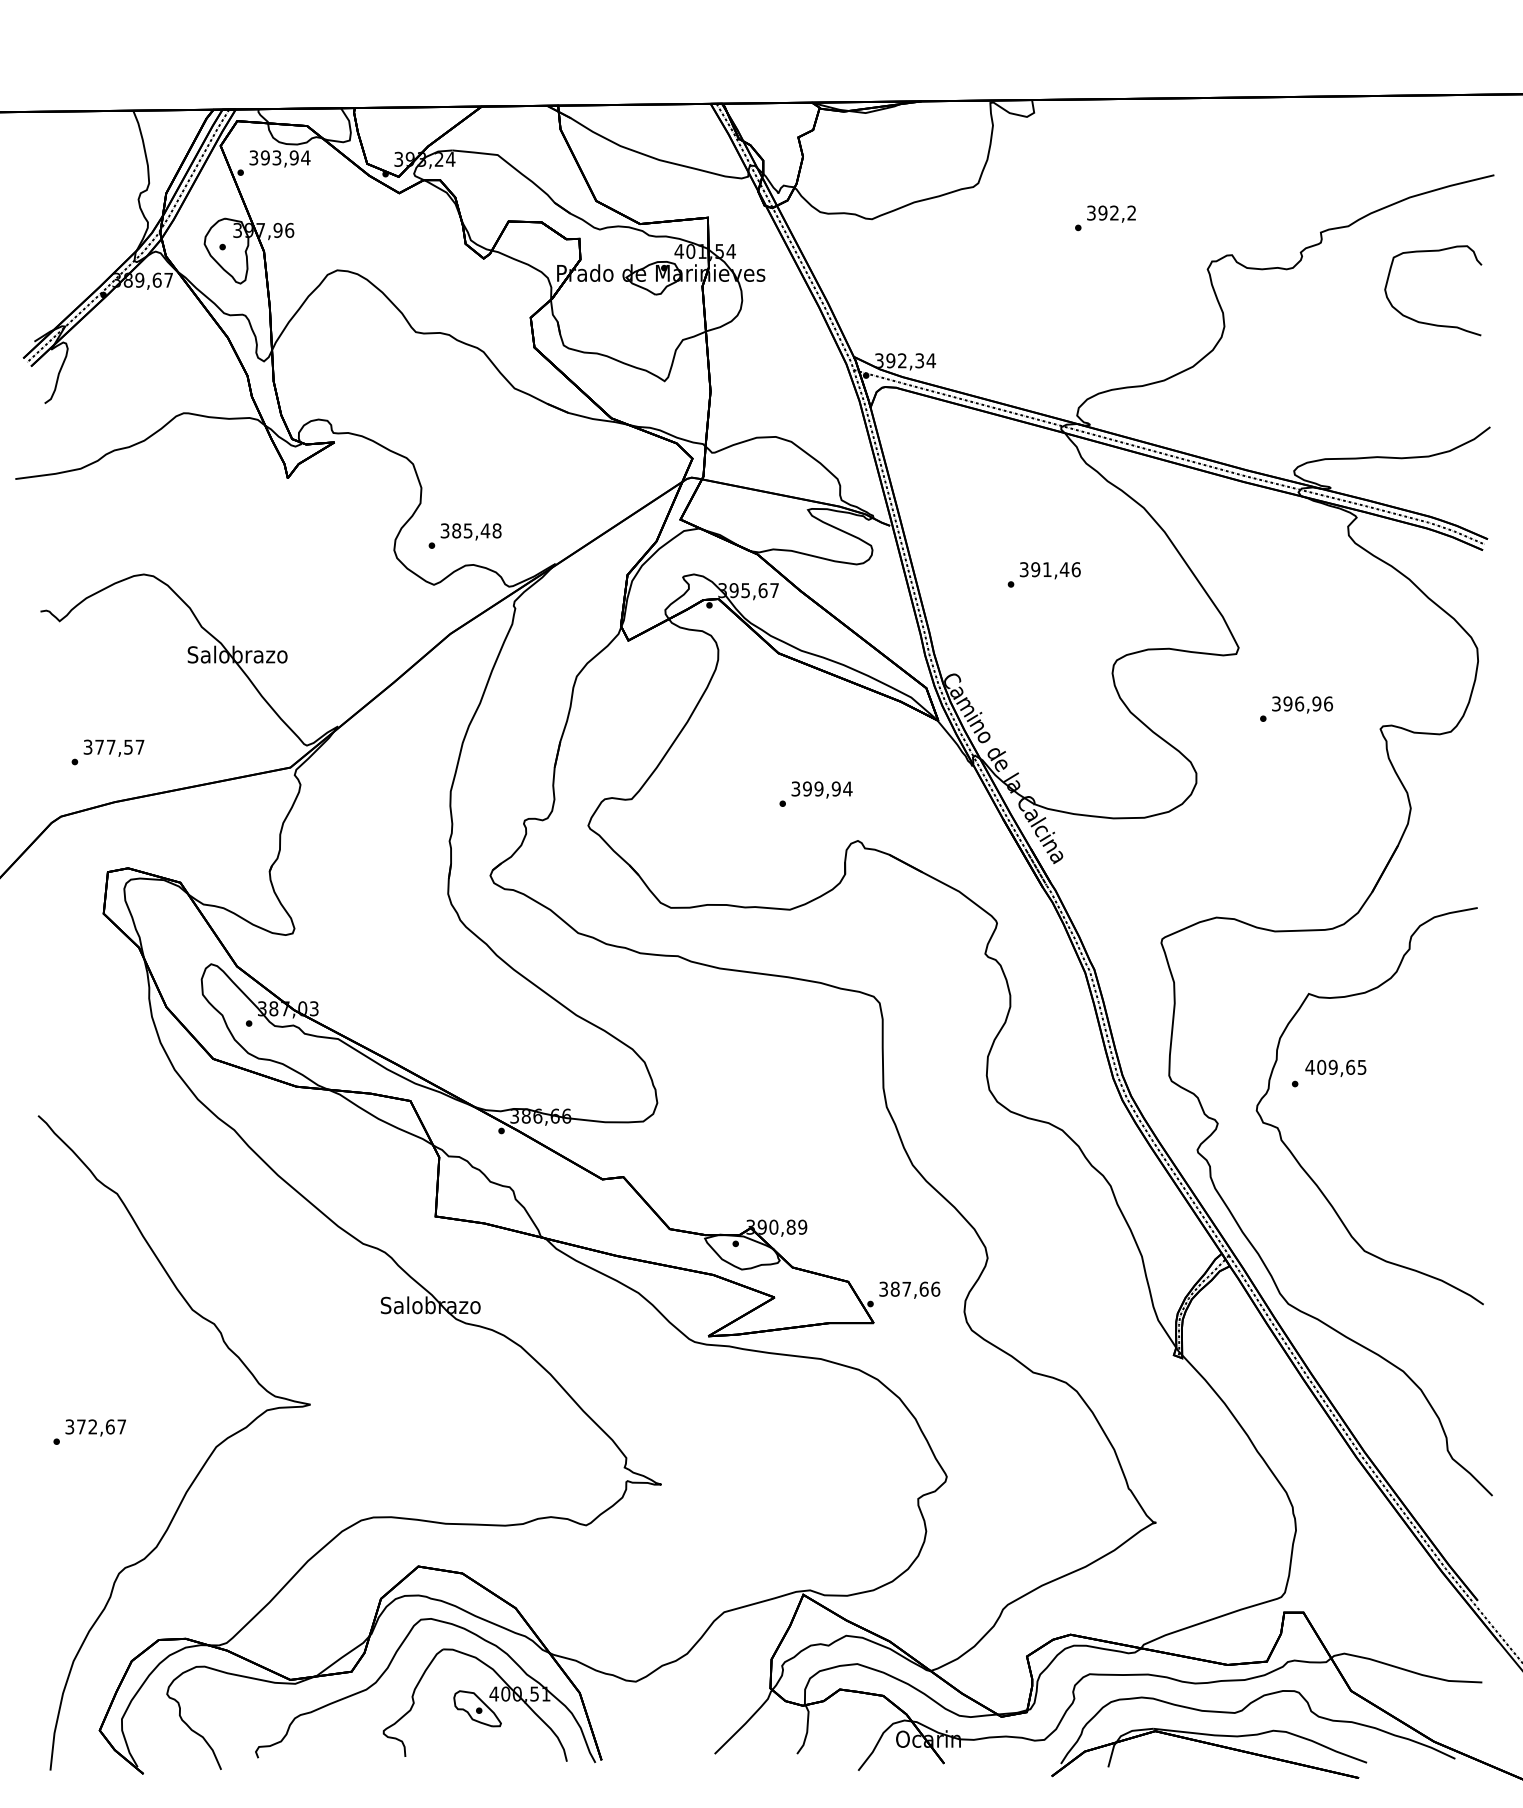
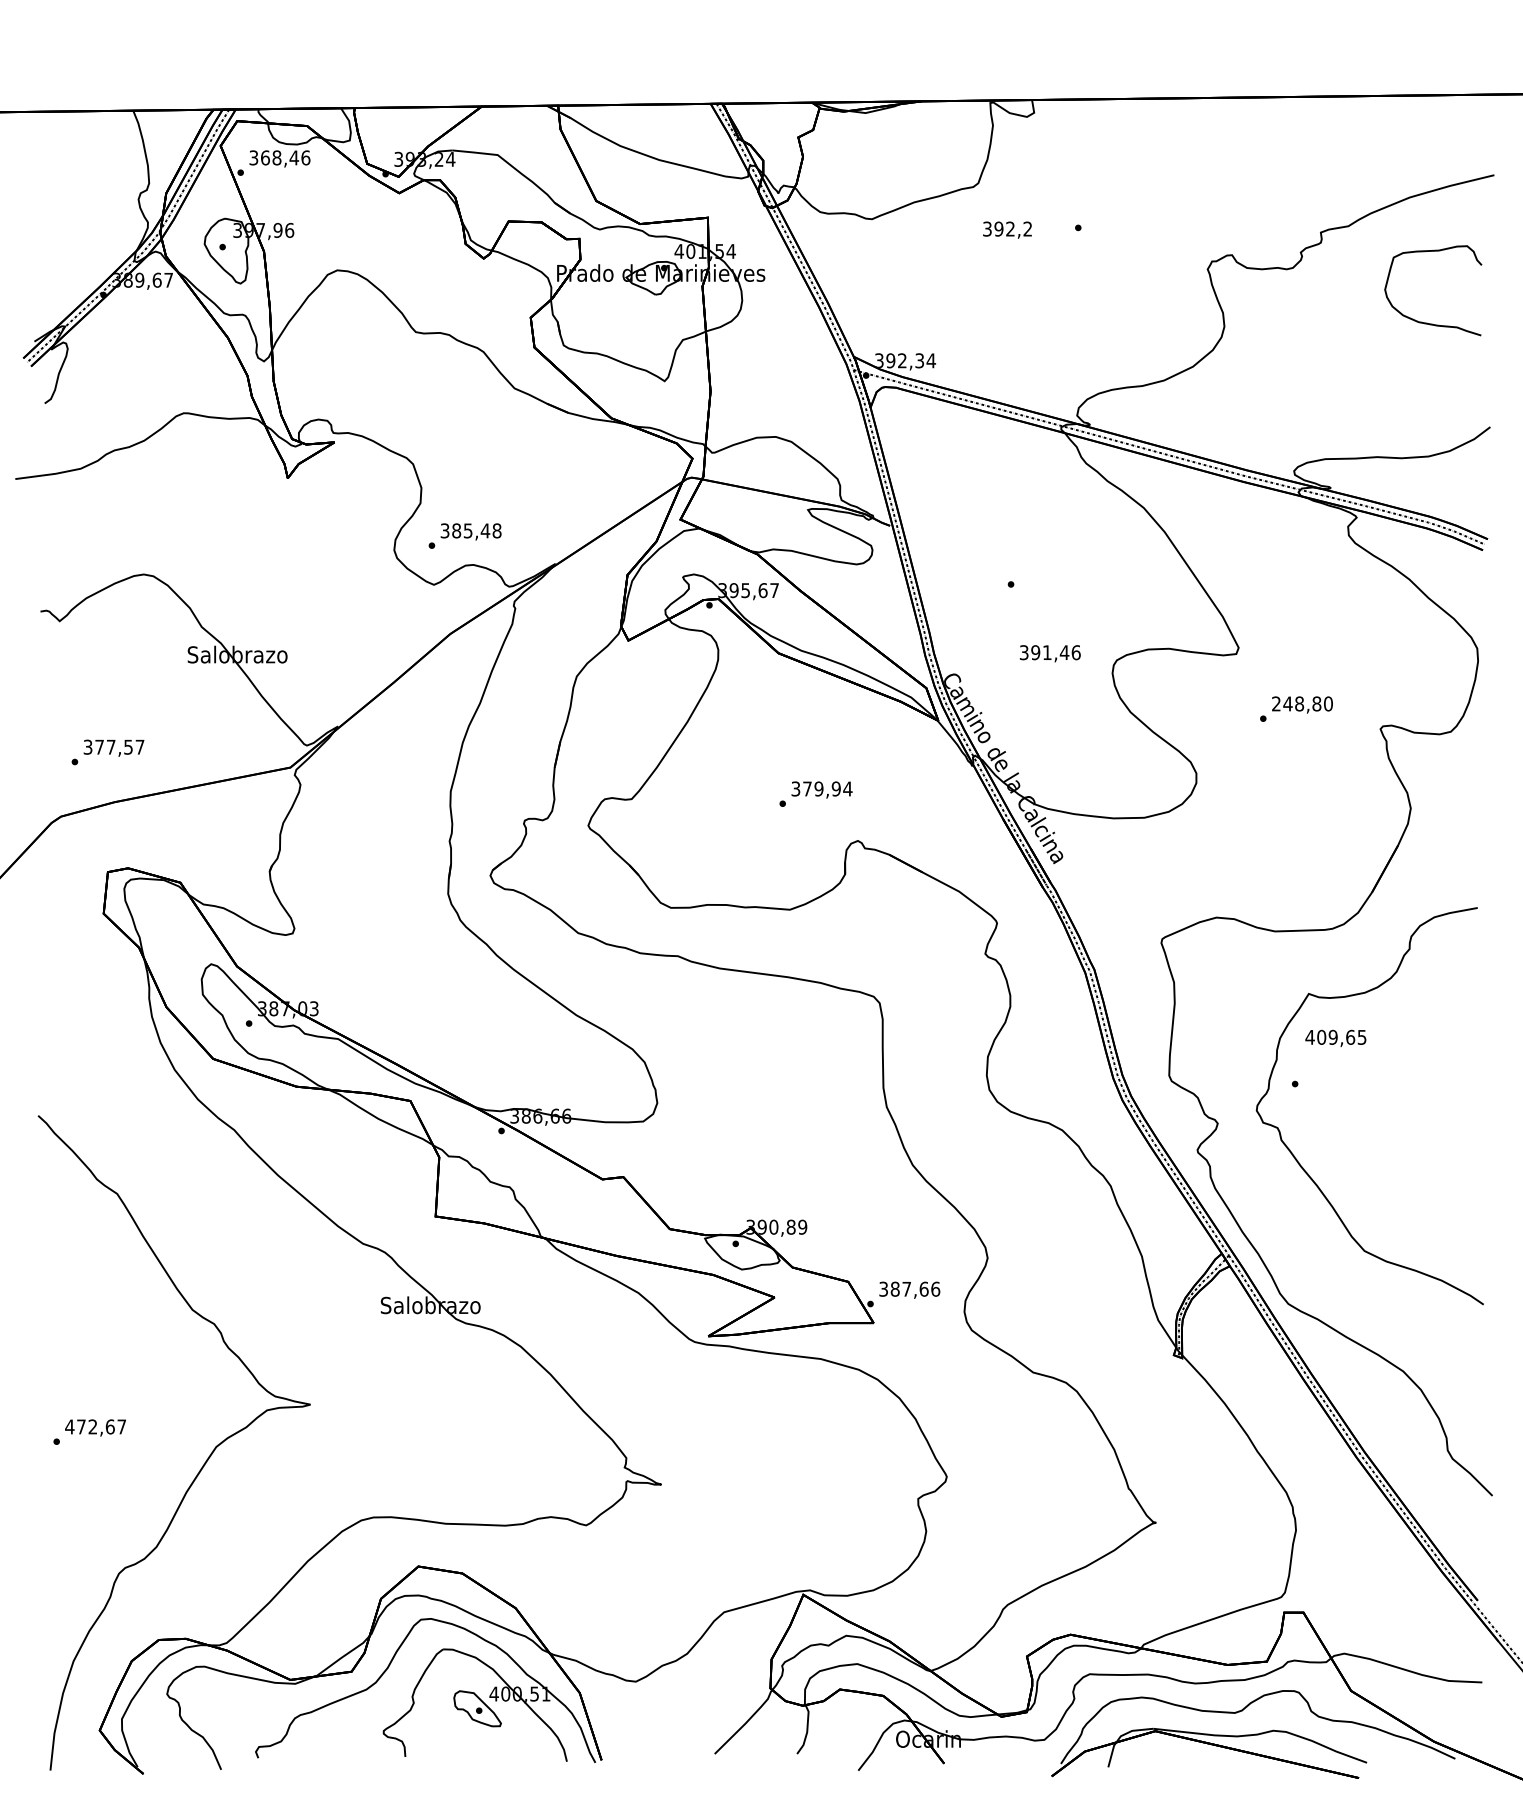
text at (285, 157): 393,94 -> 368,46
text at (1111, 213) position: (1111, 213) -> (1007, 229)
text at (1049, 570) position: (1049, 570) -> (1049, 653)
text at (1302, 703): 396,96 -> 248,80
text at (807, 788): 399,94 -> 379,94
text at (1335, 1067) position: (1335, 1067) -> (1335, 1037)
text at (69, 1426): 372,67 -> 472,67
